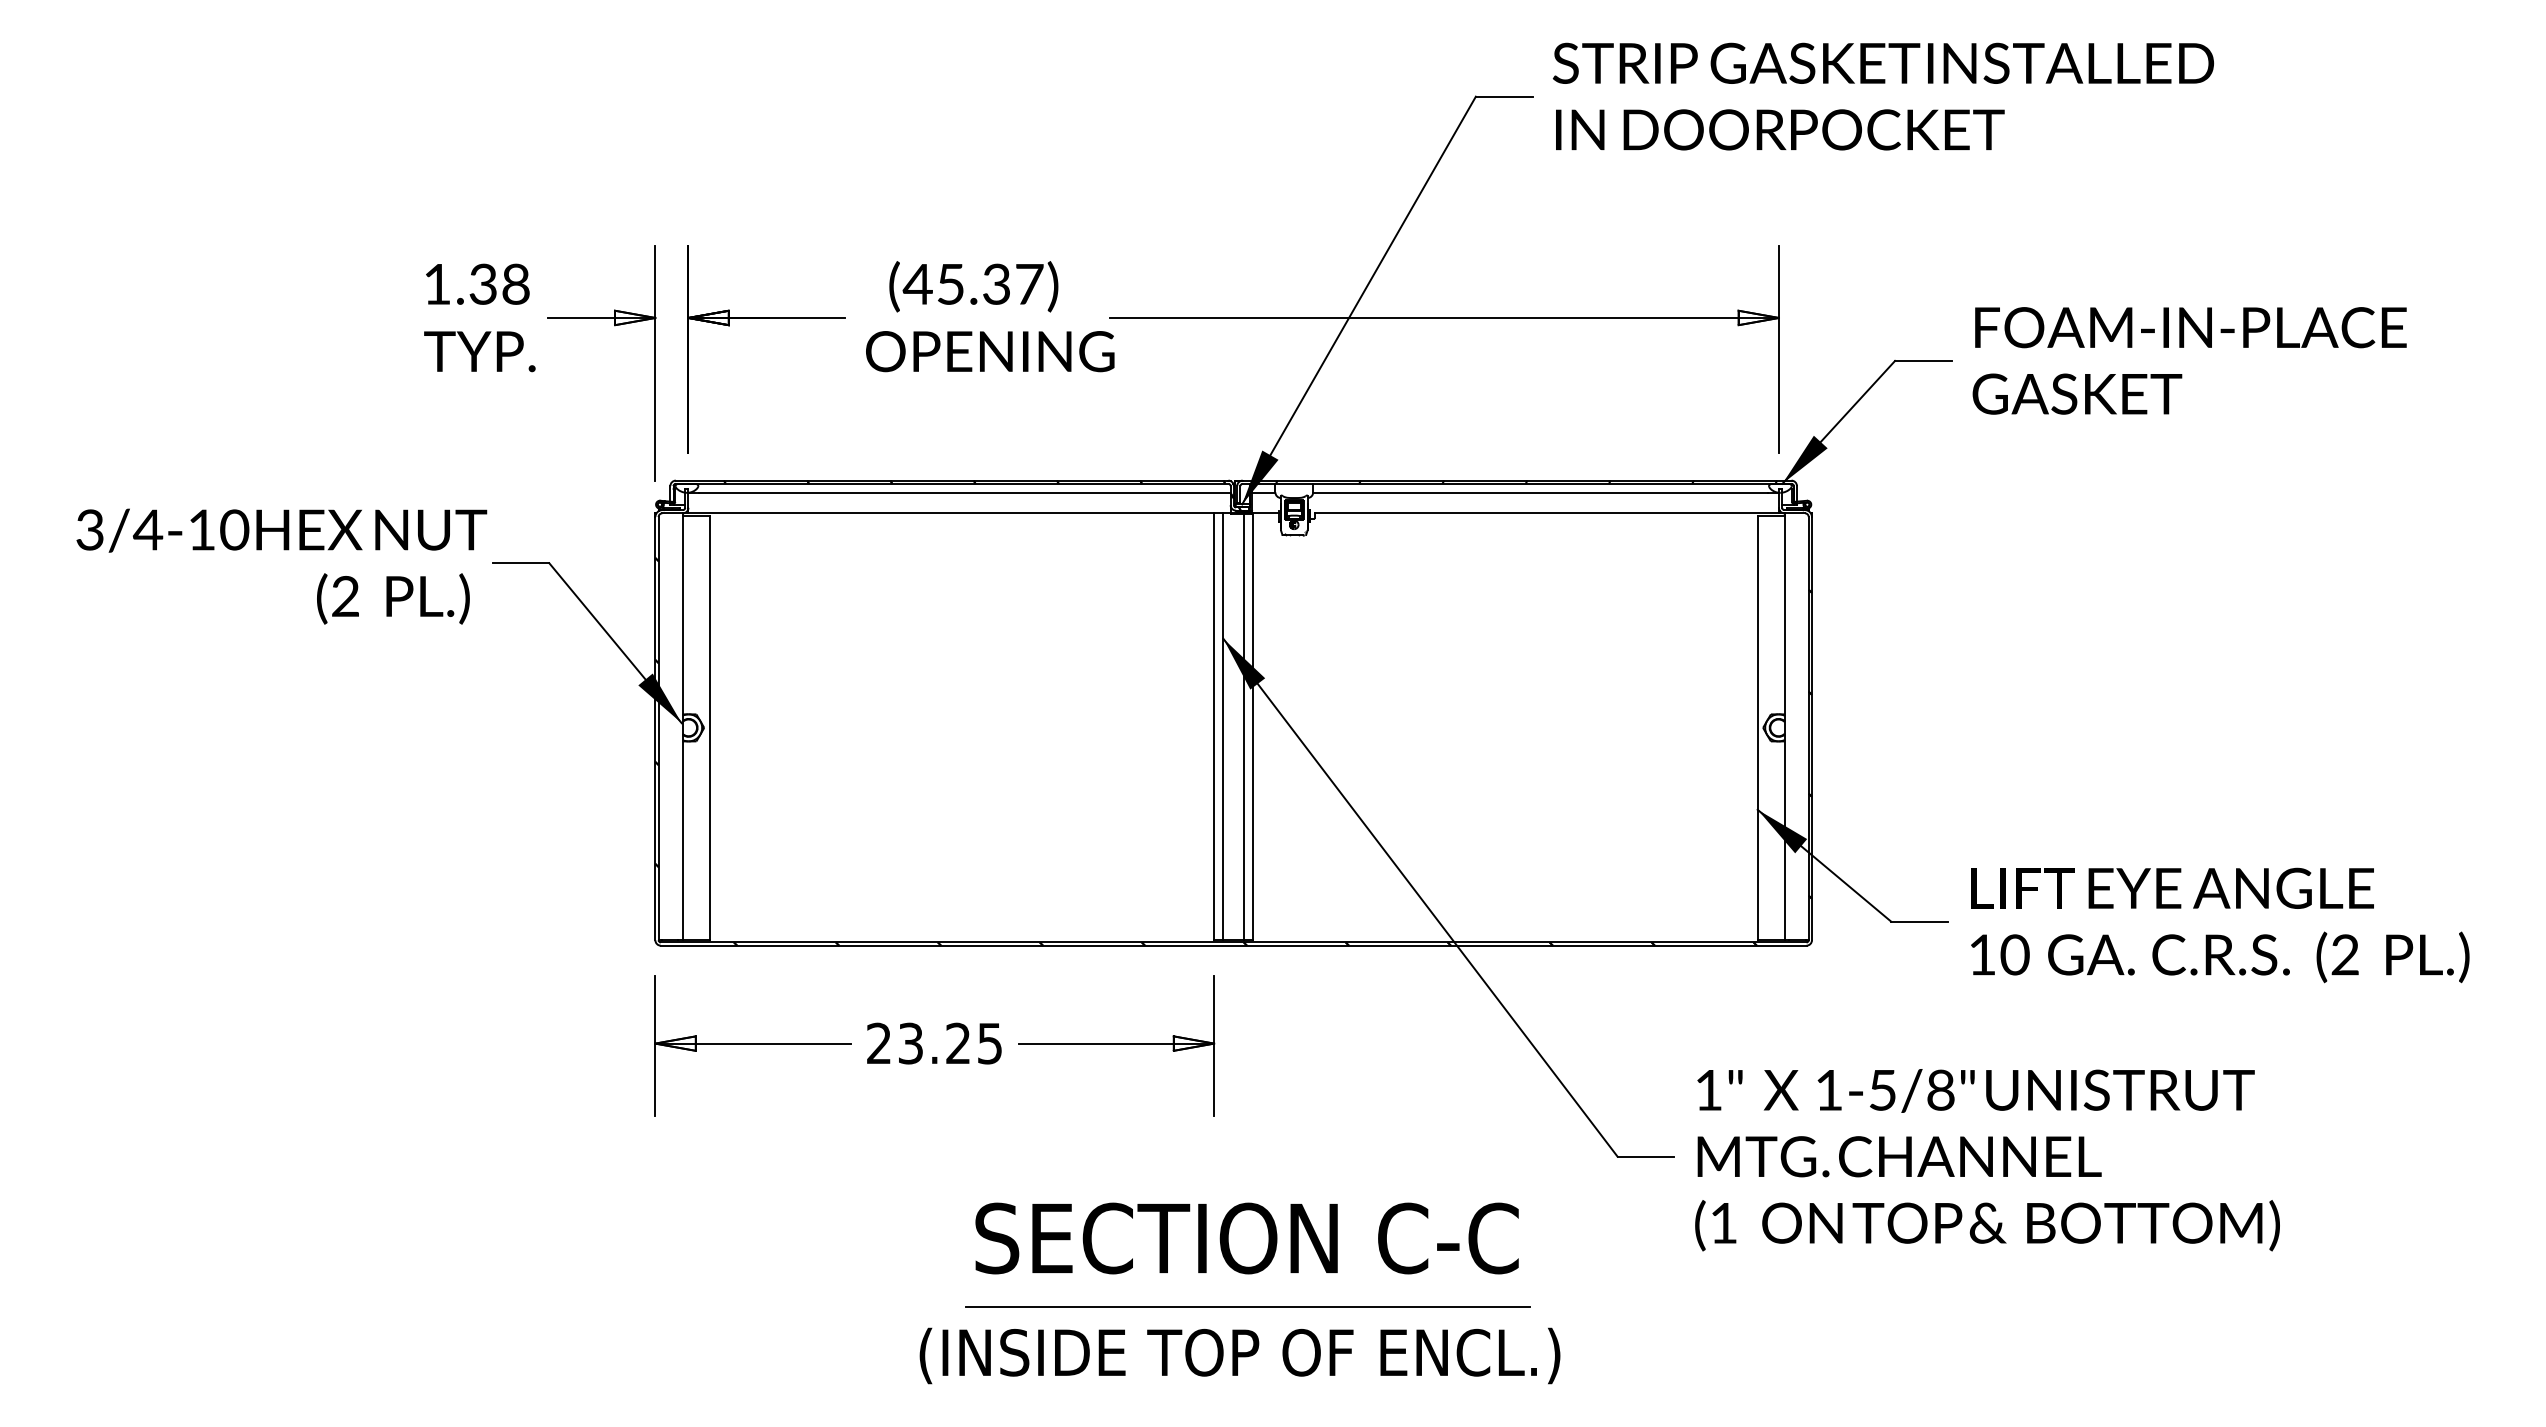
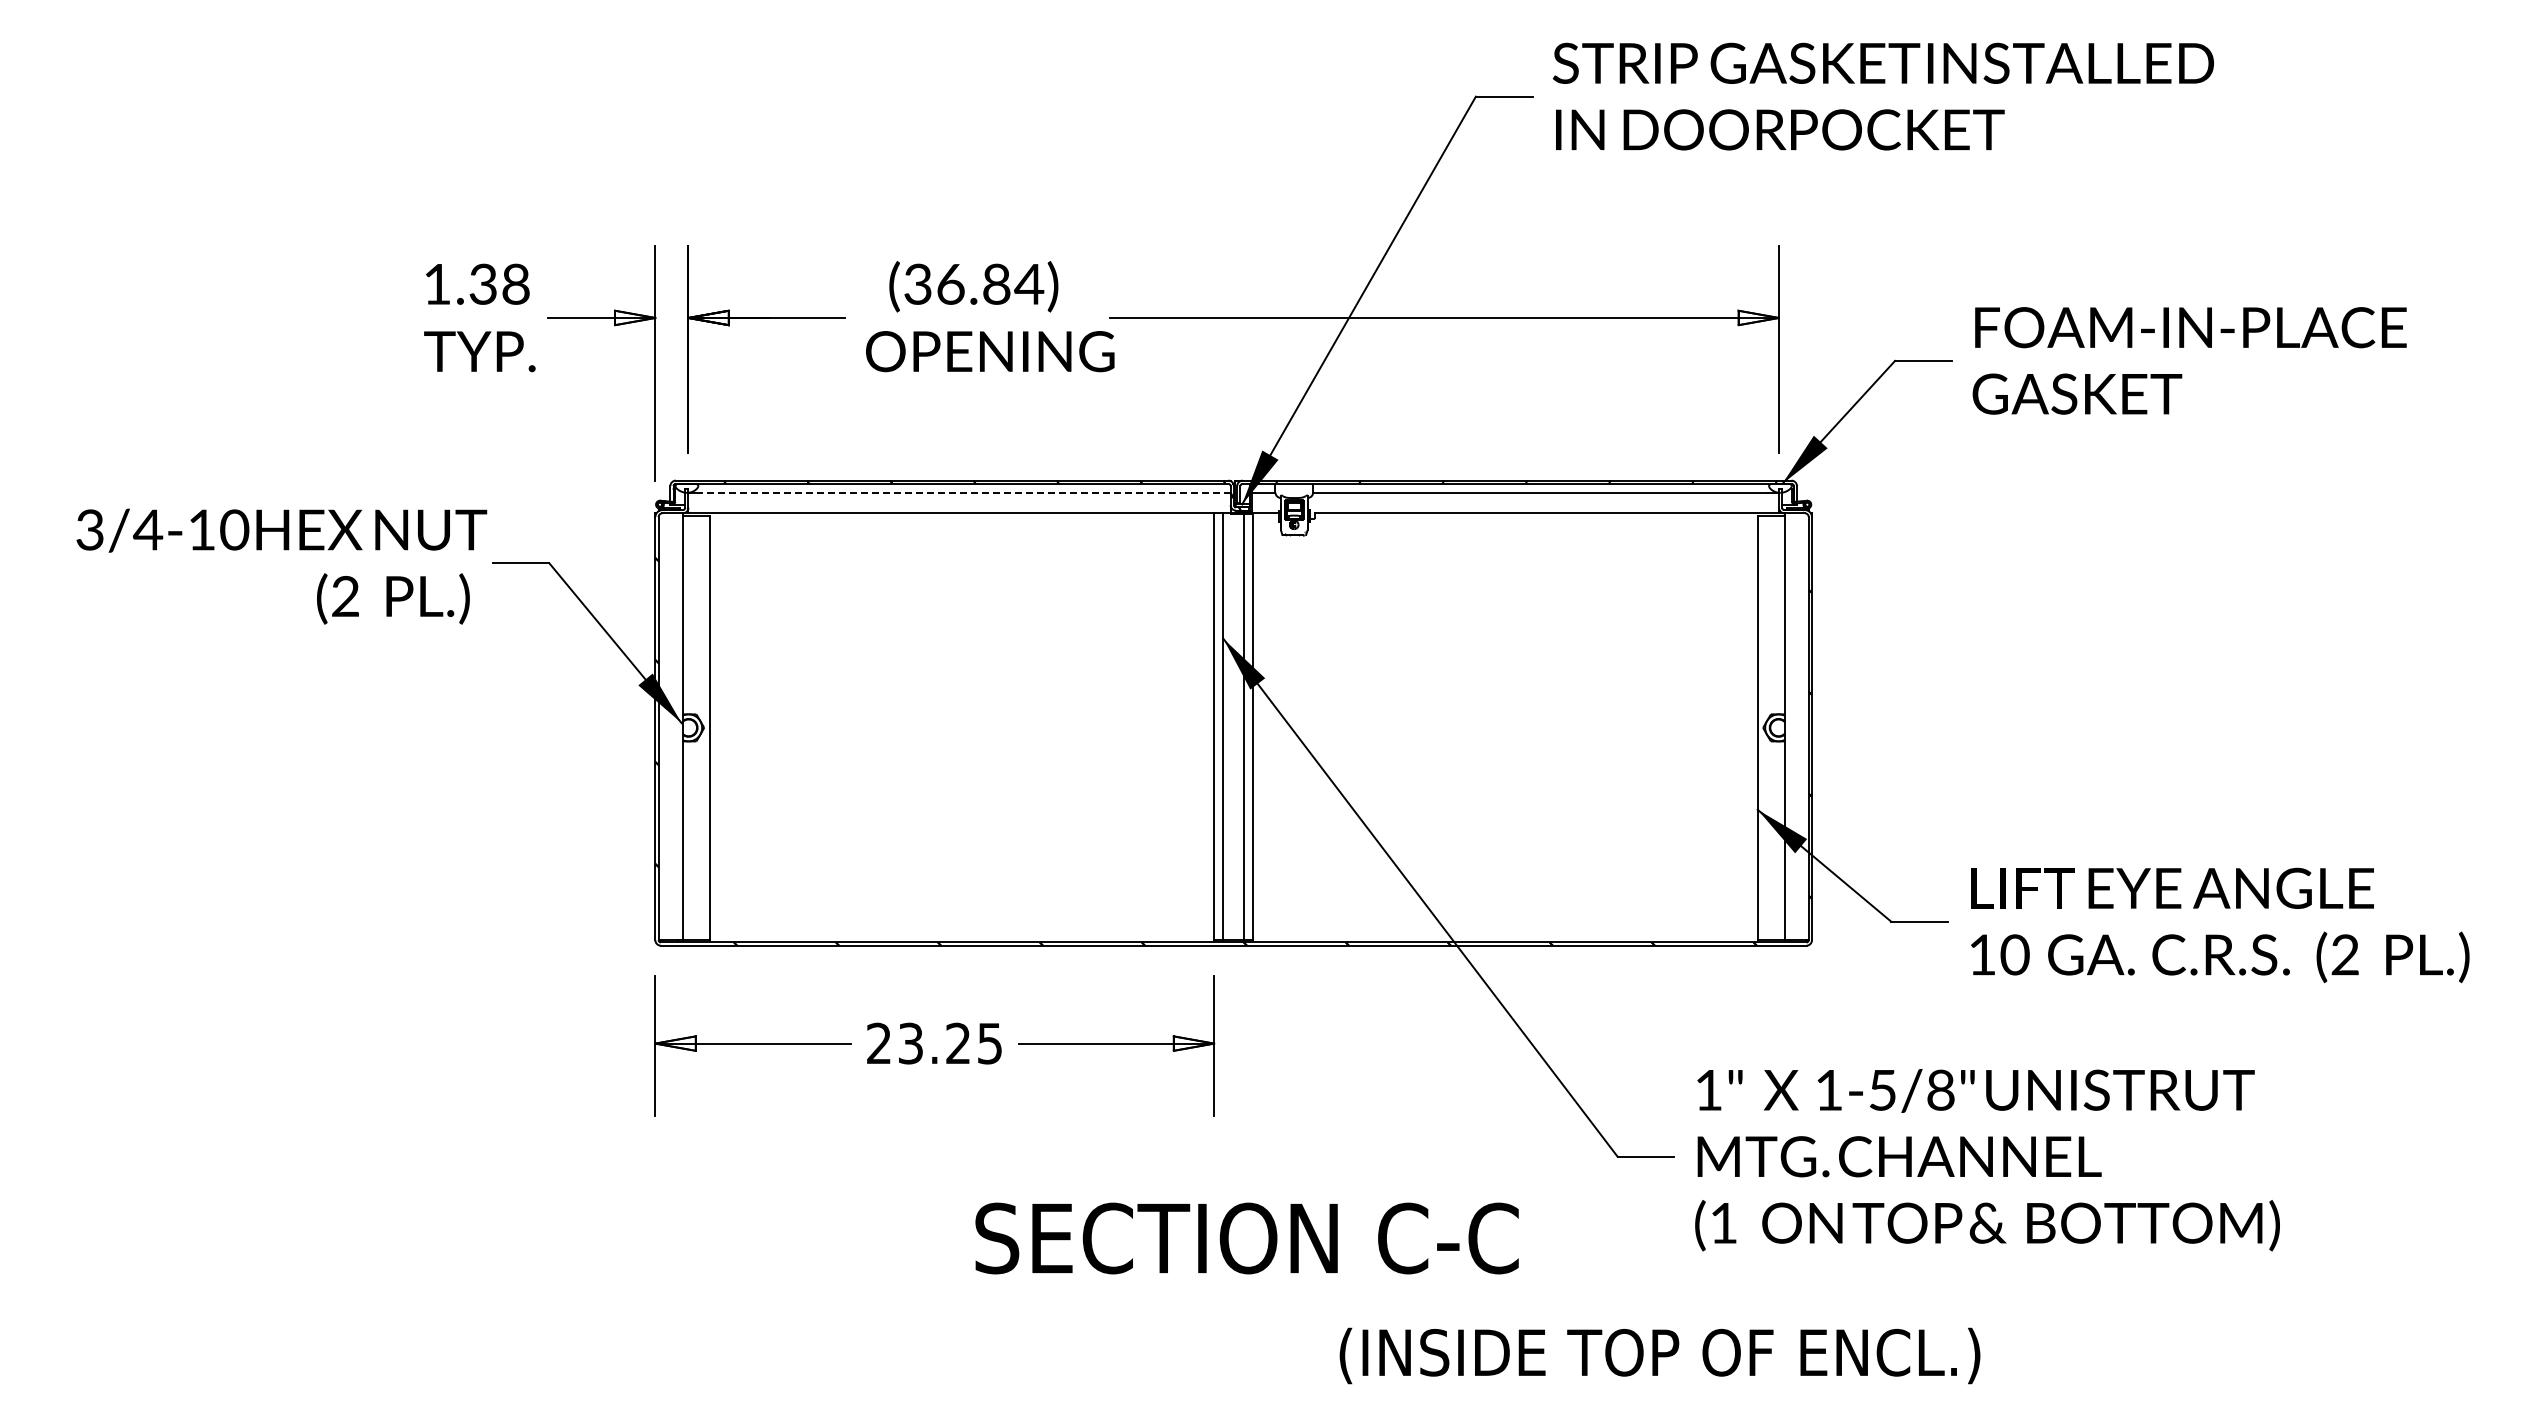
text at (973, 283): (45.37) -> (36.84)
line at (964, 492): solid -> dashed
line at (1248, 1306): present -> none
text at (1239, 1355) position: (1239, 1355) -> (1659, 1355)
